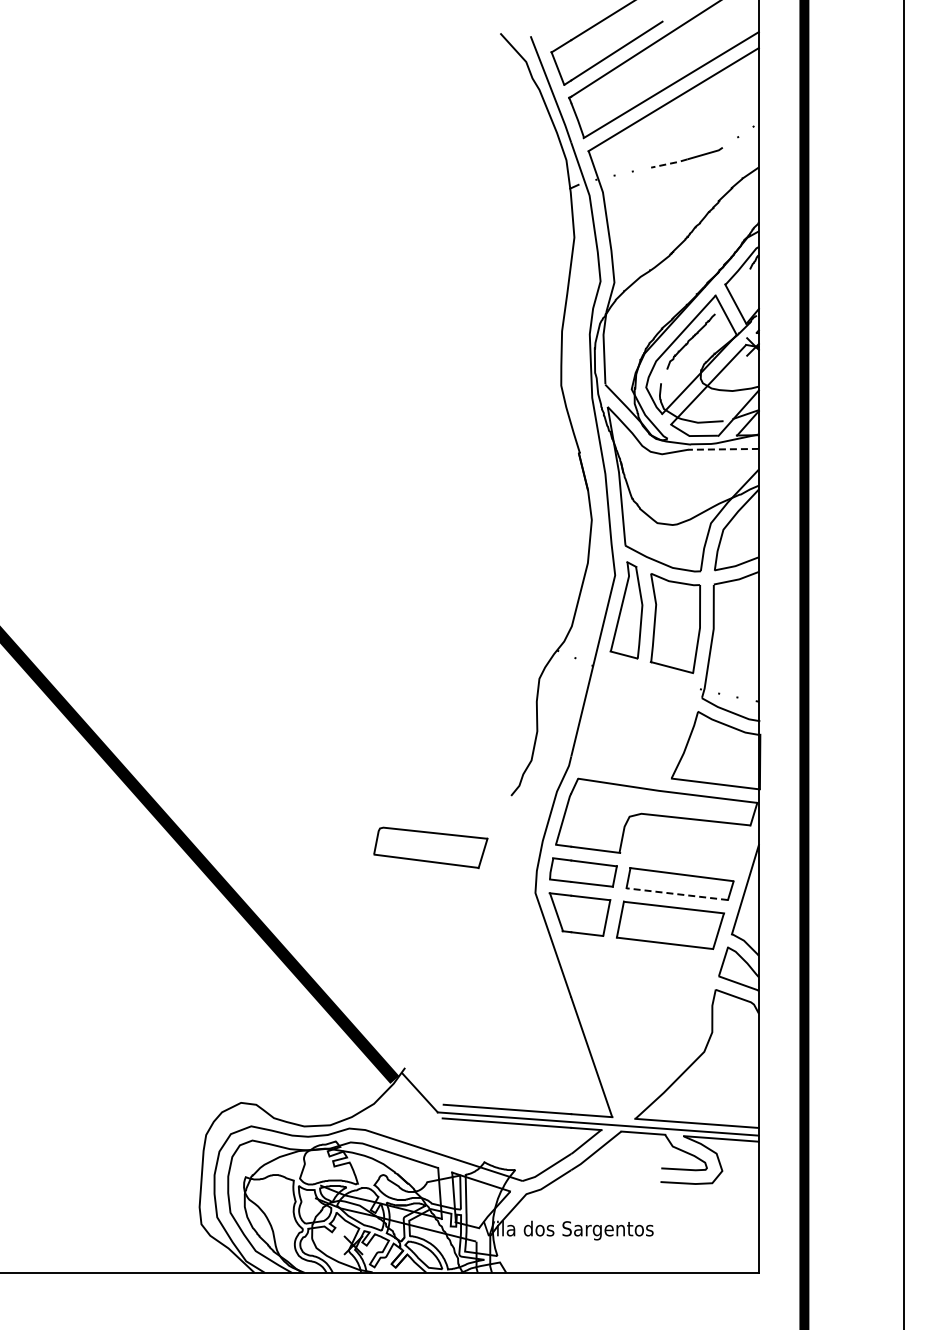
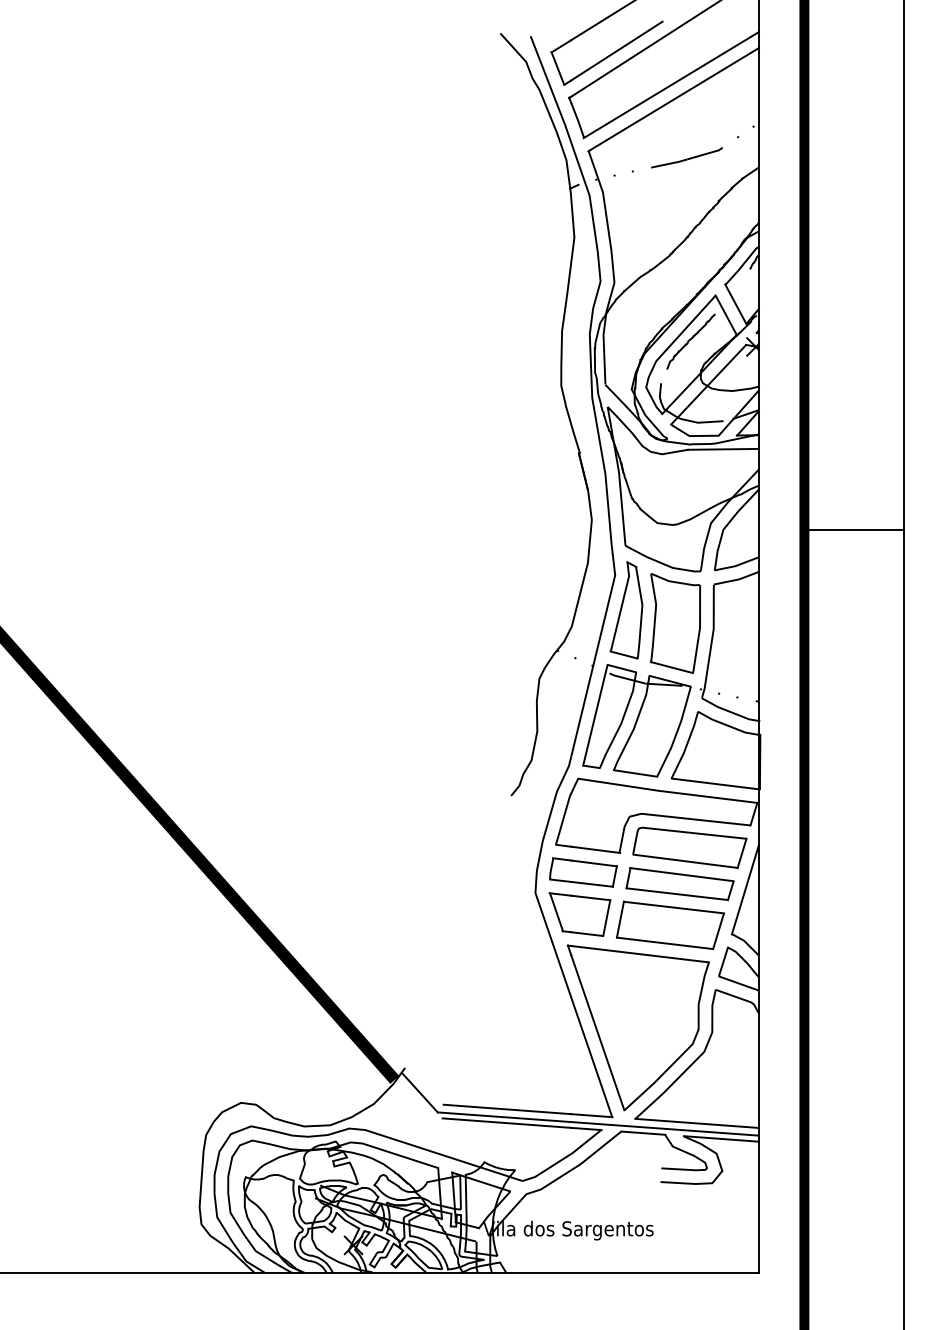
line at (669, 163): dashed -> solid
line at (723, 449): dashed -> solid
line at (853, 529): none -> present
part at (636, 720): none -> present
part at (430, 847) position: (430, 847) -> (689, 847)
line at (676, 894): dashed -> solid
part at (637, 1027): none -> present
